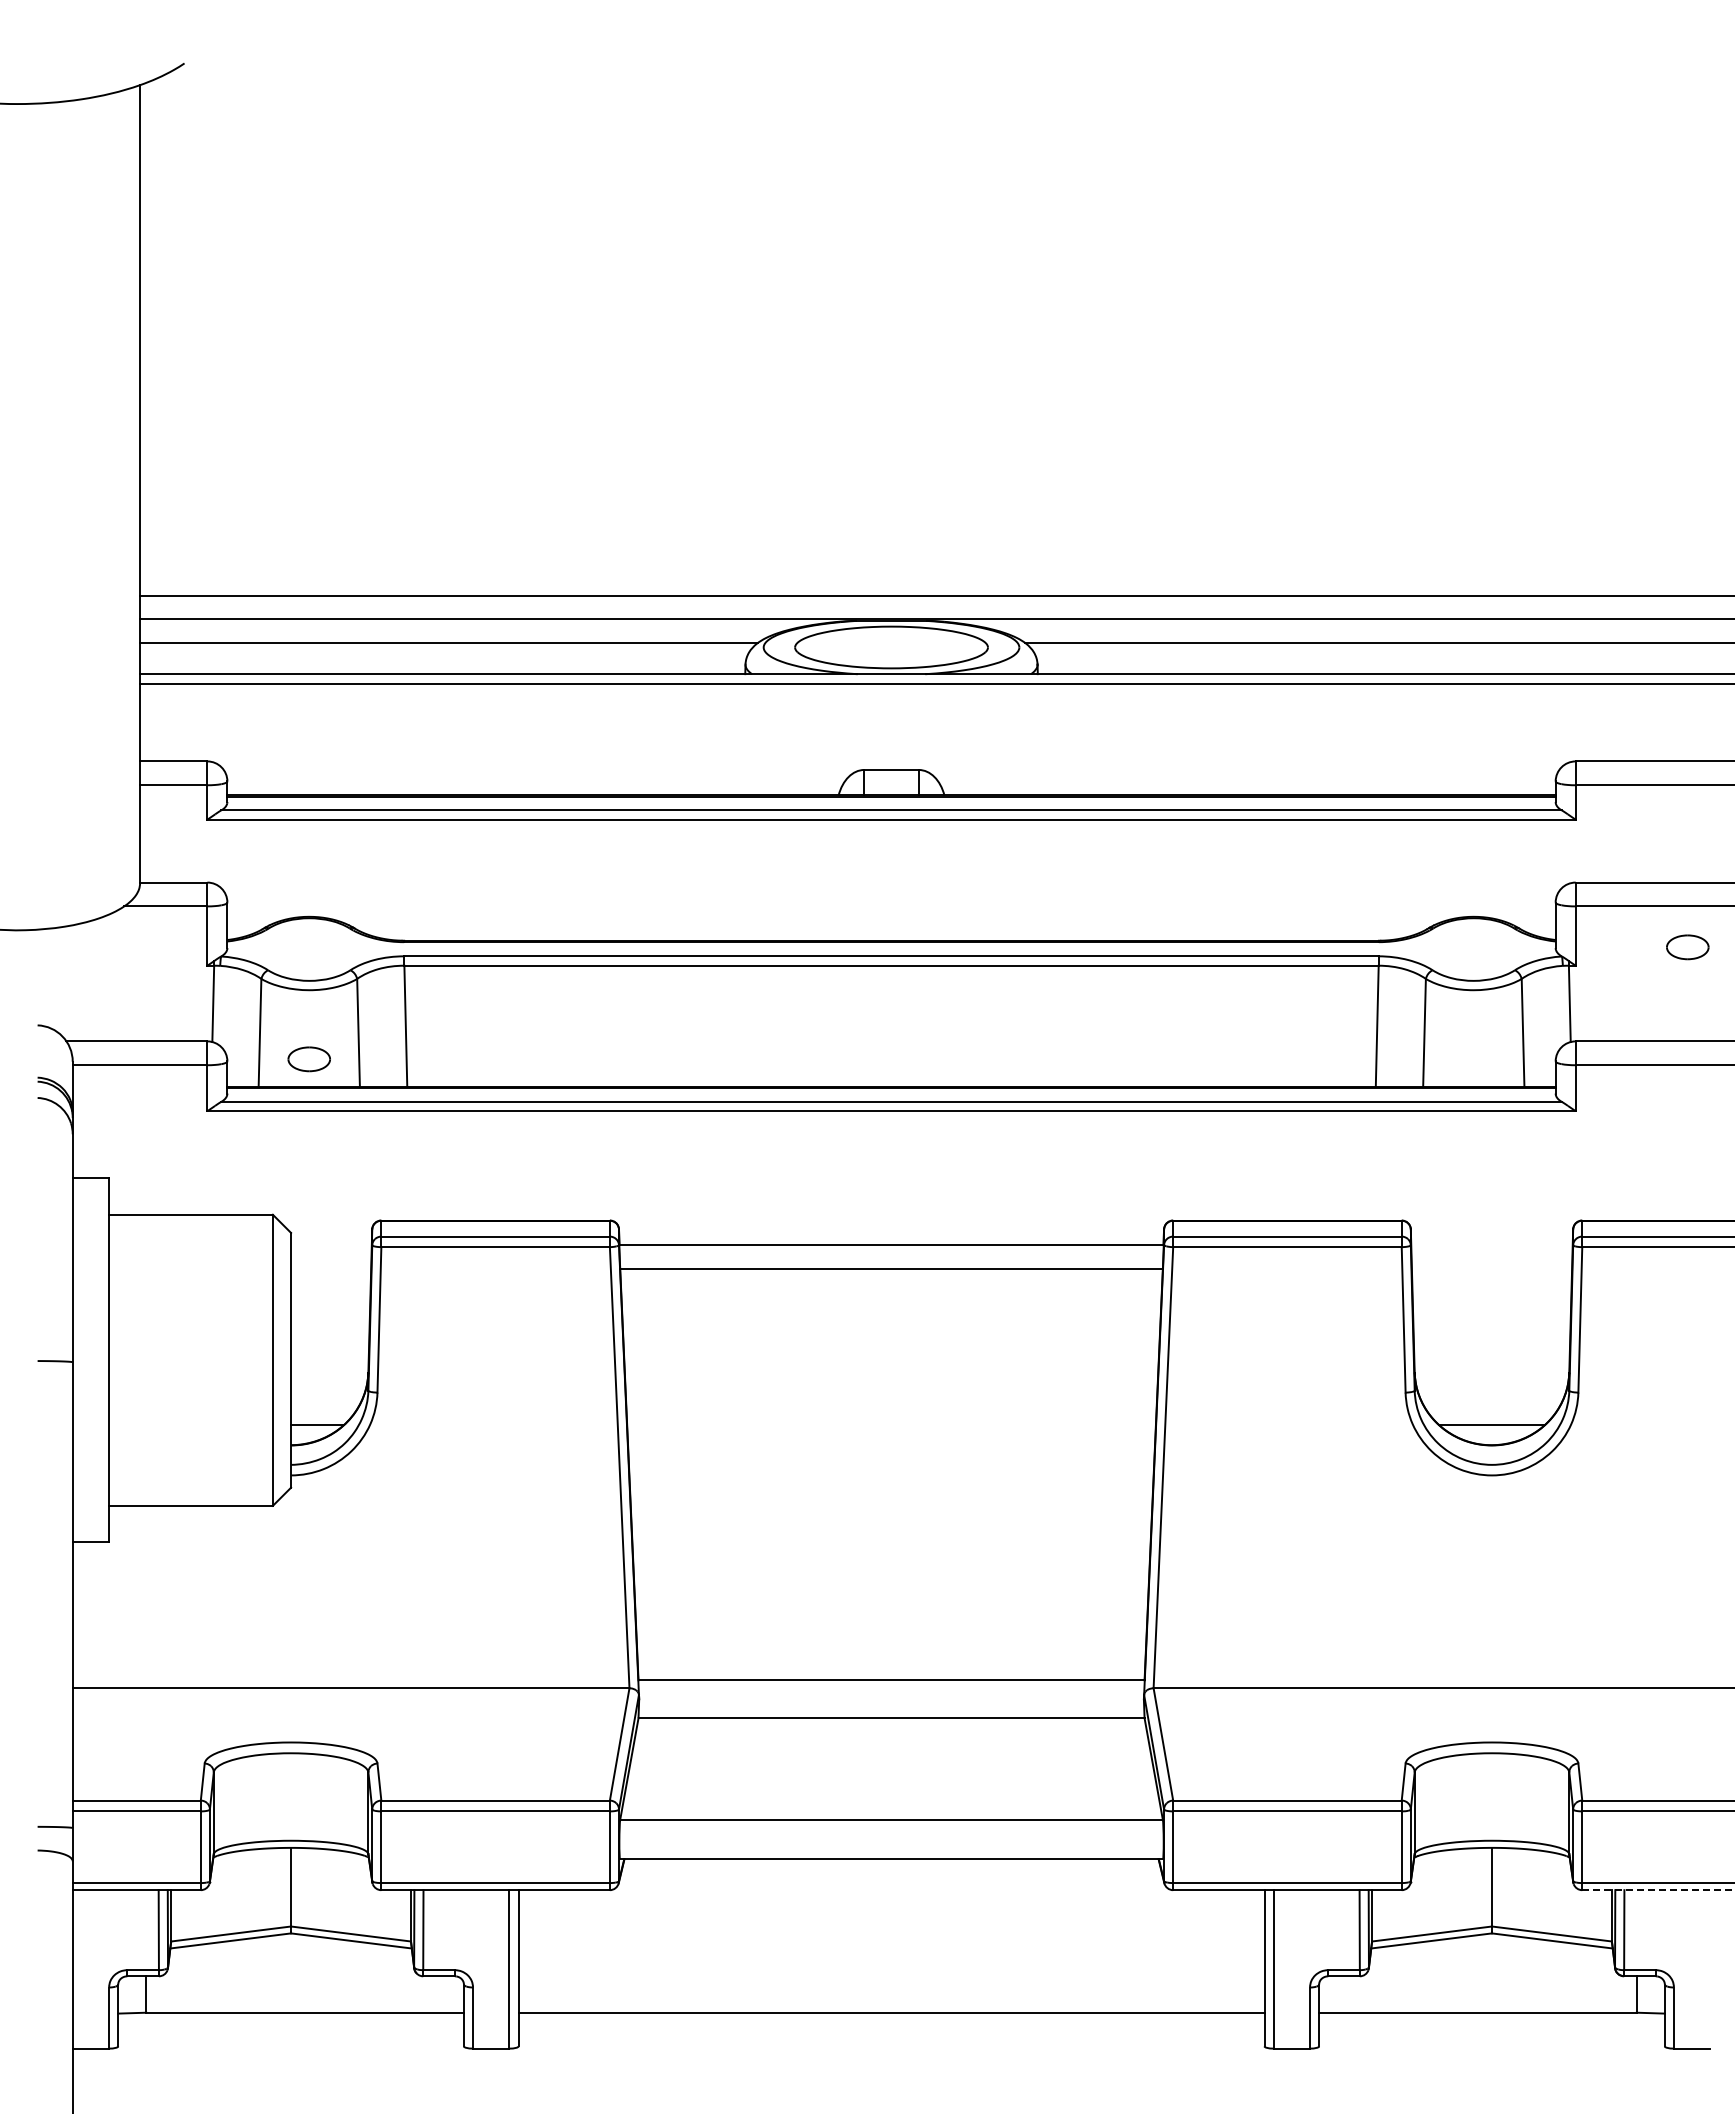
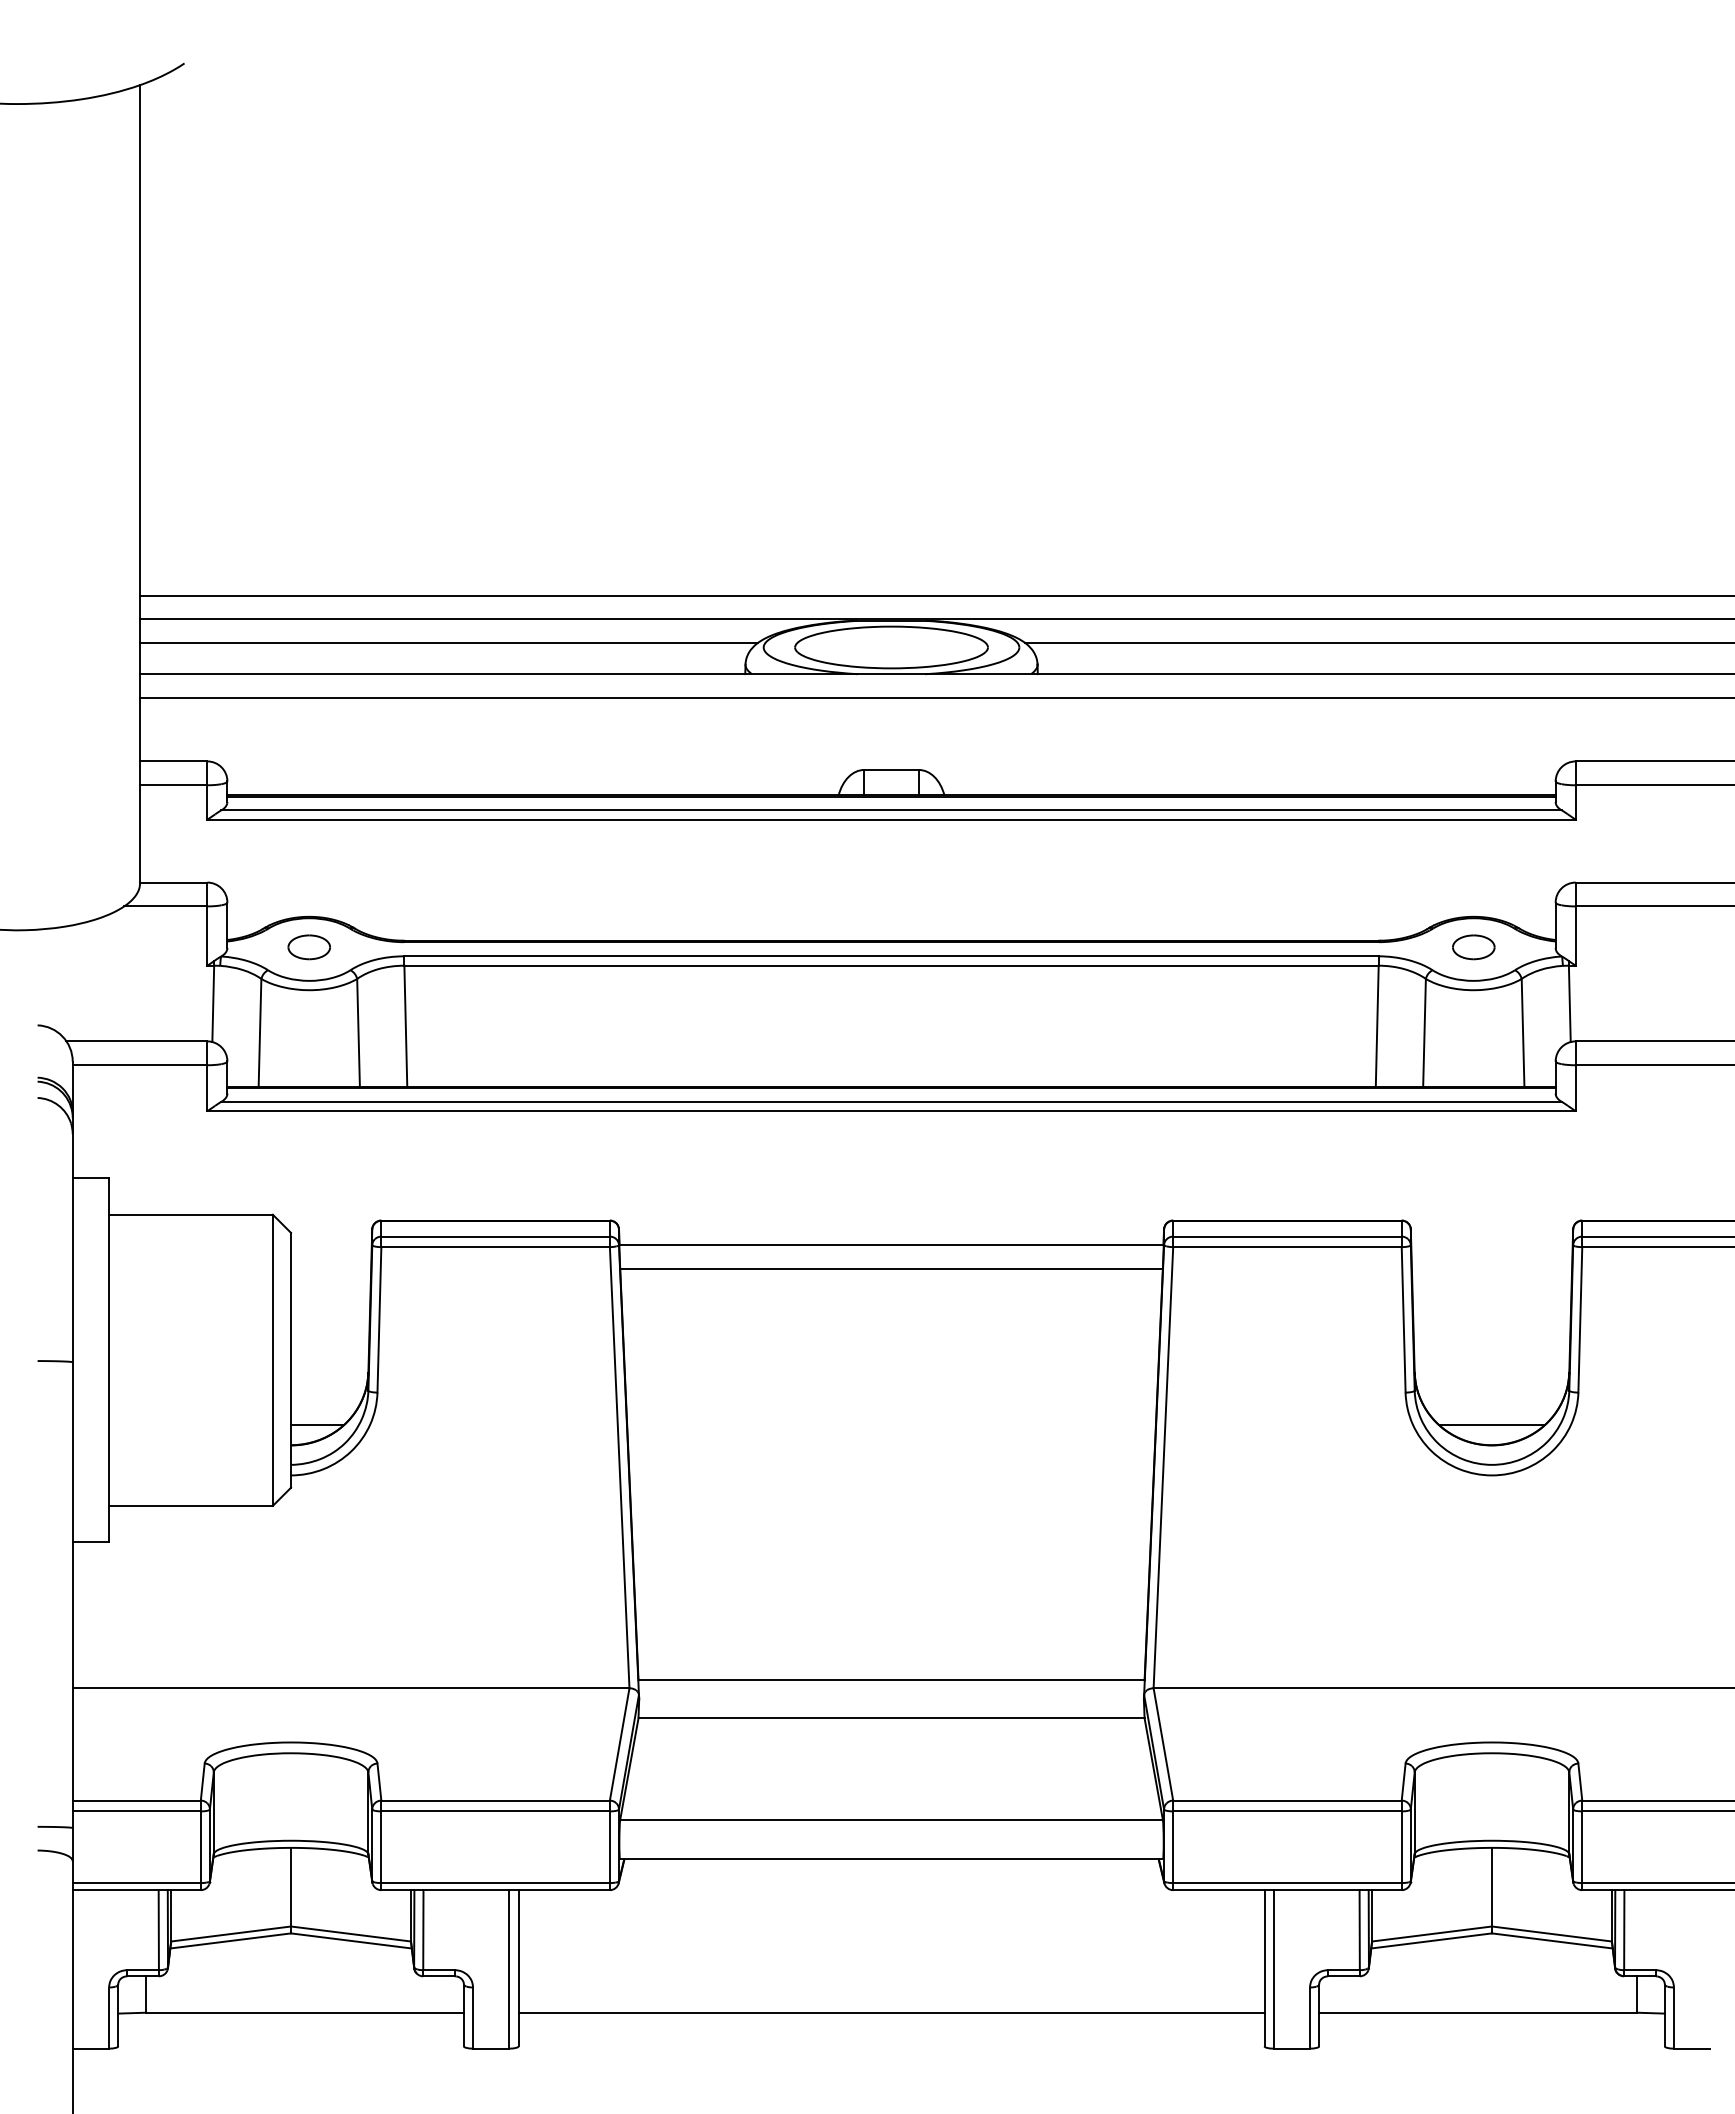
line at (935, 683) position: (935, 683) -> (935, 697)
part at (1687, 947) position: (1687, 947) -> (1473, 947)
part at (308, 1059) position: (308, 1059) -> (308, 947)
line at (1659, 1890): dashed -> solid
